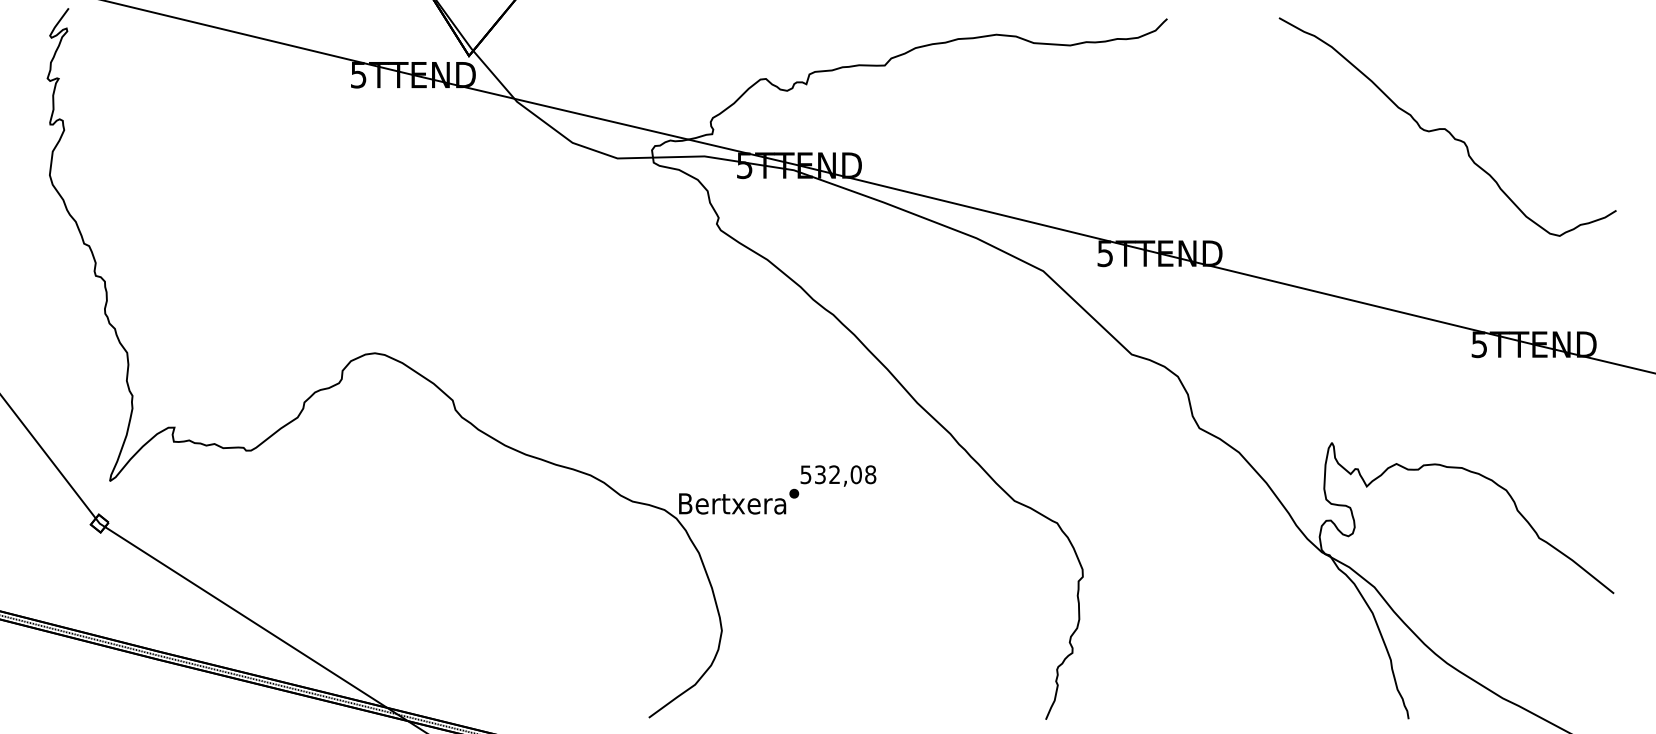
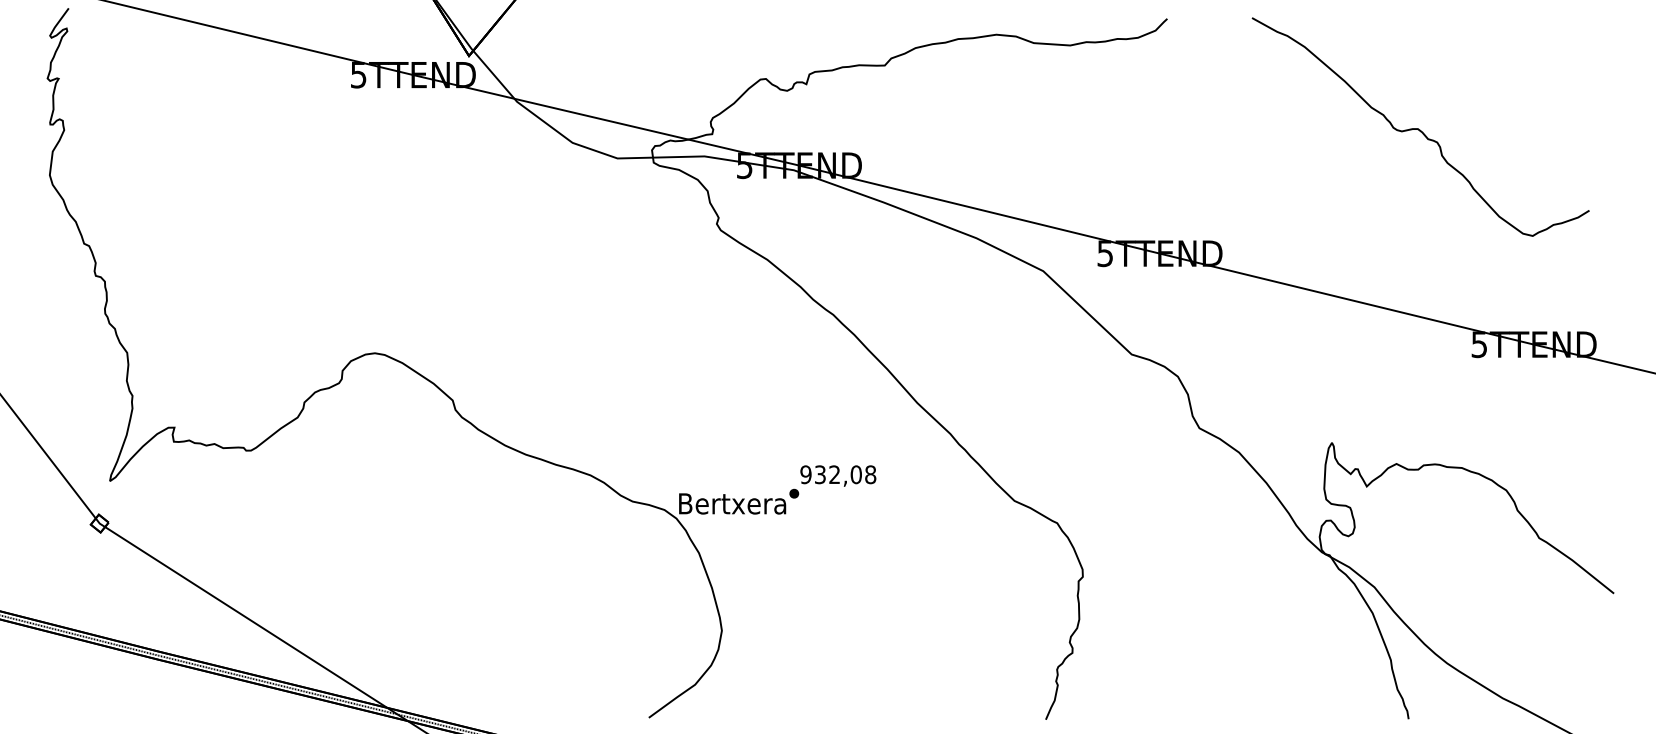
curve at (1445, 128) position: (1445, 128) -> (1418, 128)
text at (805, 474): 532,08 -> 932,08
